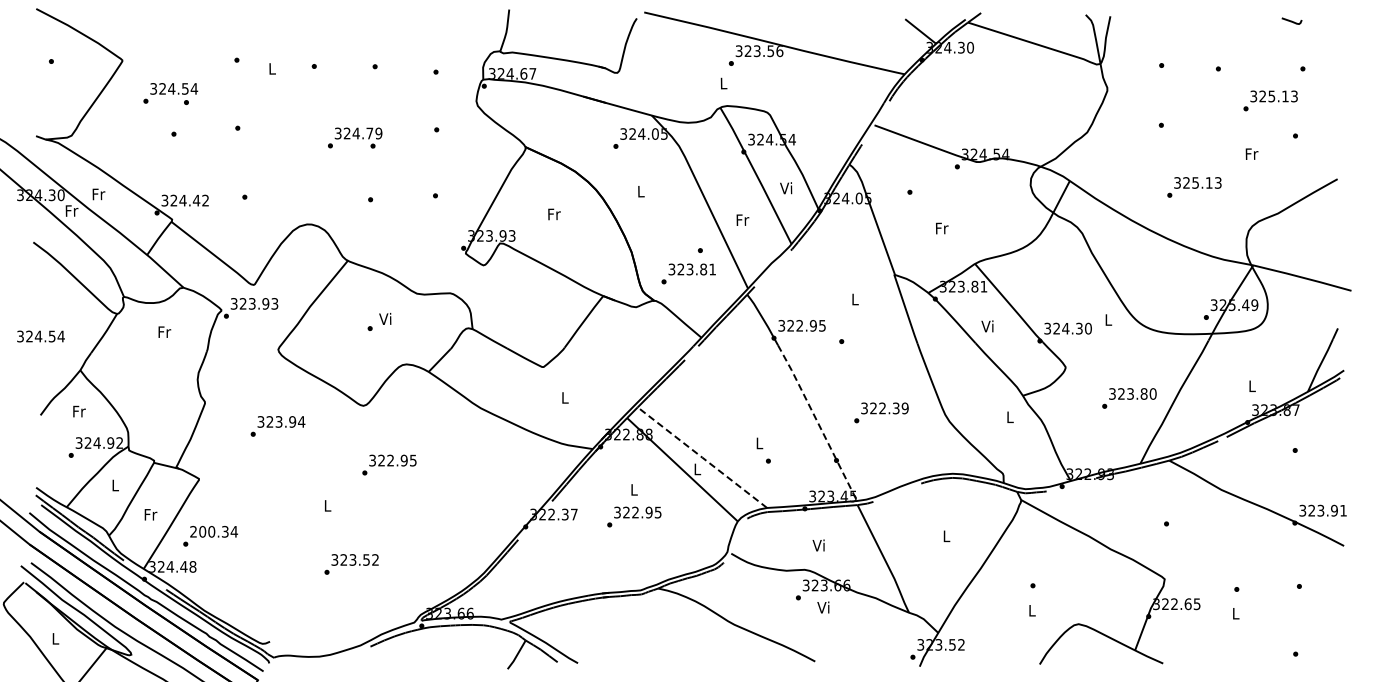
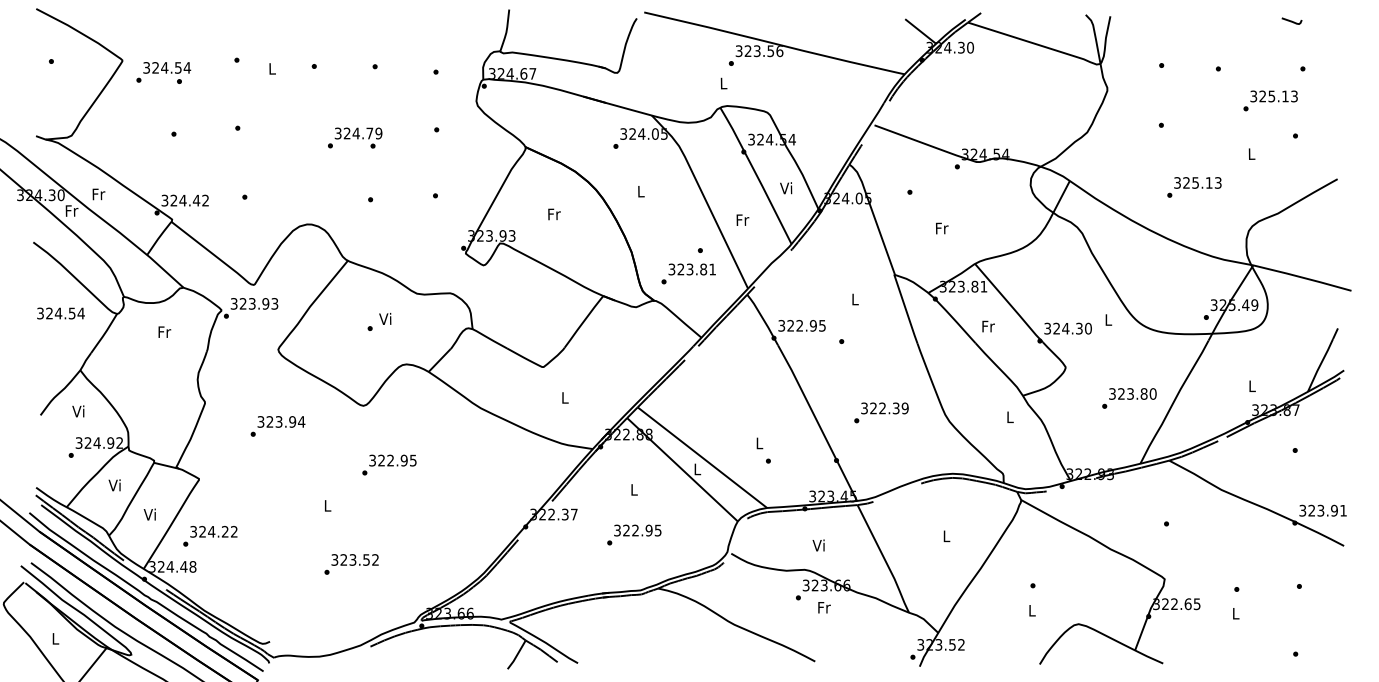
text at (170, 93) position: (170, 93) -> (163, 72)
text at (1251, 153): Fr -> L
text at (987, 326): Vi -> Fr
text at (40, 336) position: (40, 336) -> (60, 313)
text at (78, 411): Fr -> Vi
line at (817, 422): dashed -> solid
line at (702, 457): dashed -> solid
text at (114, 485): L -> Vi
text at (150, 514): Fr -> Vi
text at (634, 516) position: (634, 516) -> (634, 534)
text at (214, 531): 200.34 -> 324.22
text at (823, 607): Vi -> Fr
